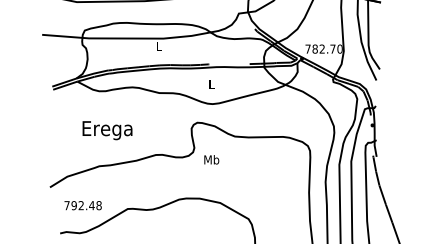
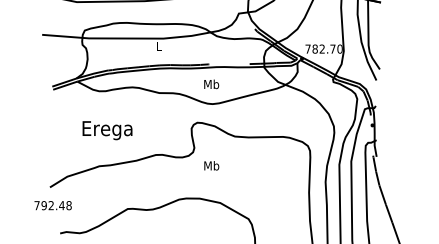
text at (211, 84): L -> Mb
text at (211, 159) position: (211, 159) -> (211, 165)
text at (82, 205) position: (82, 205) -> (52, 205)
